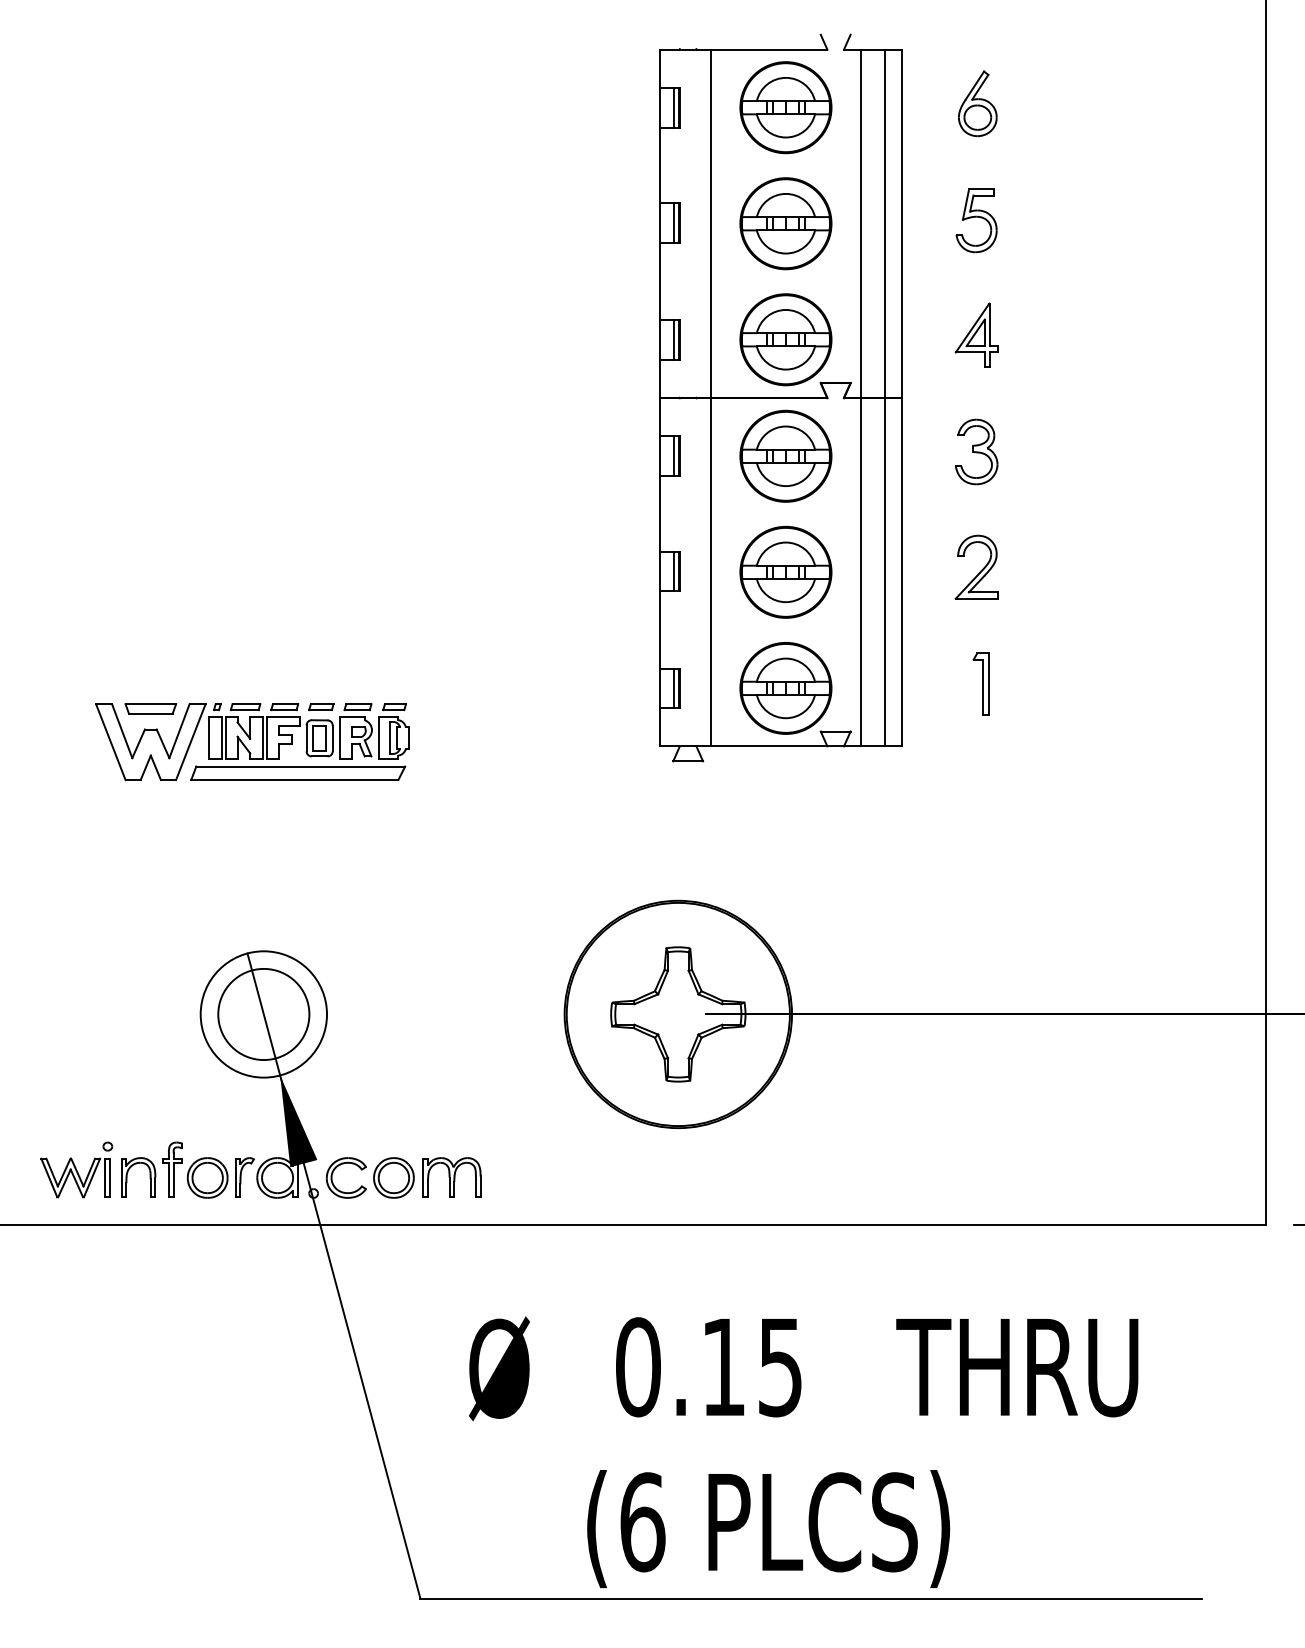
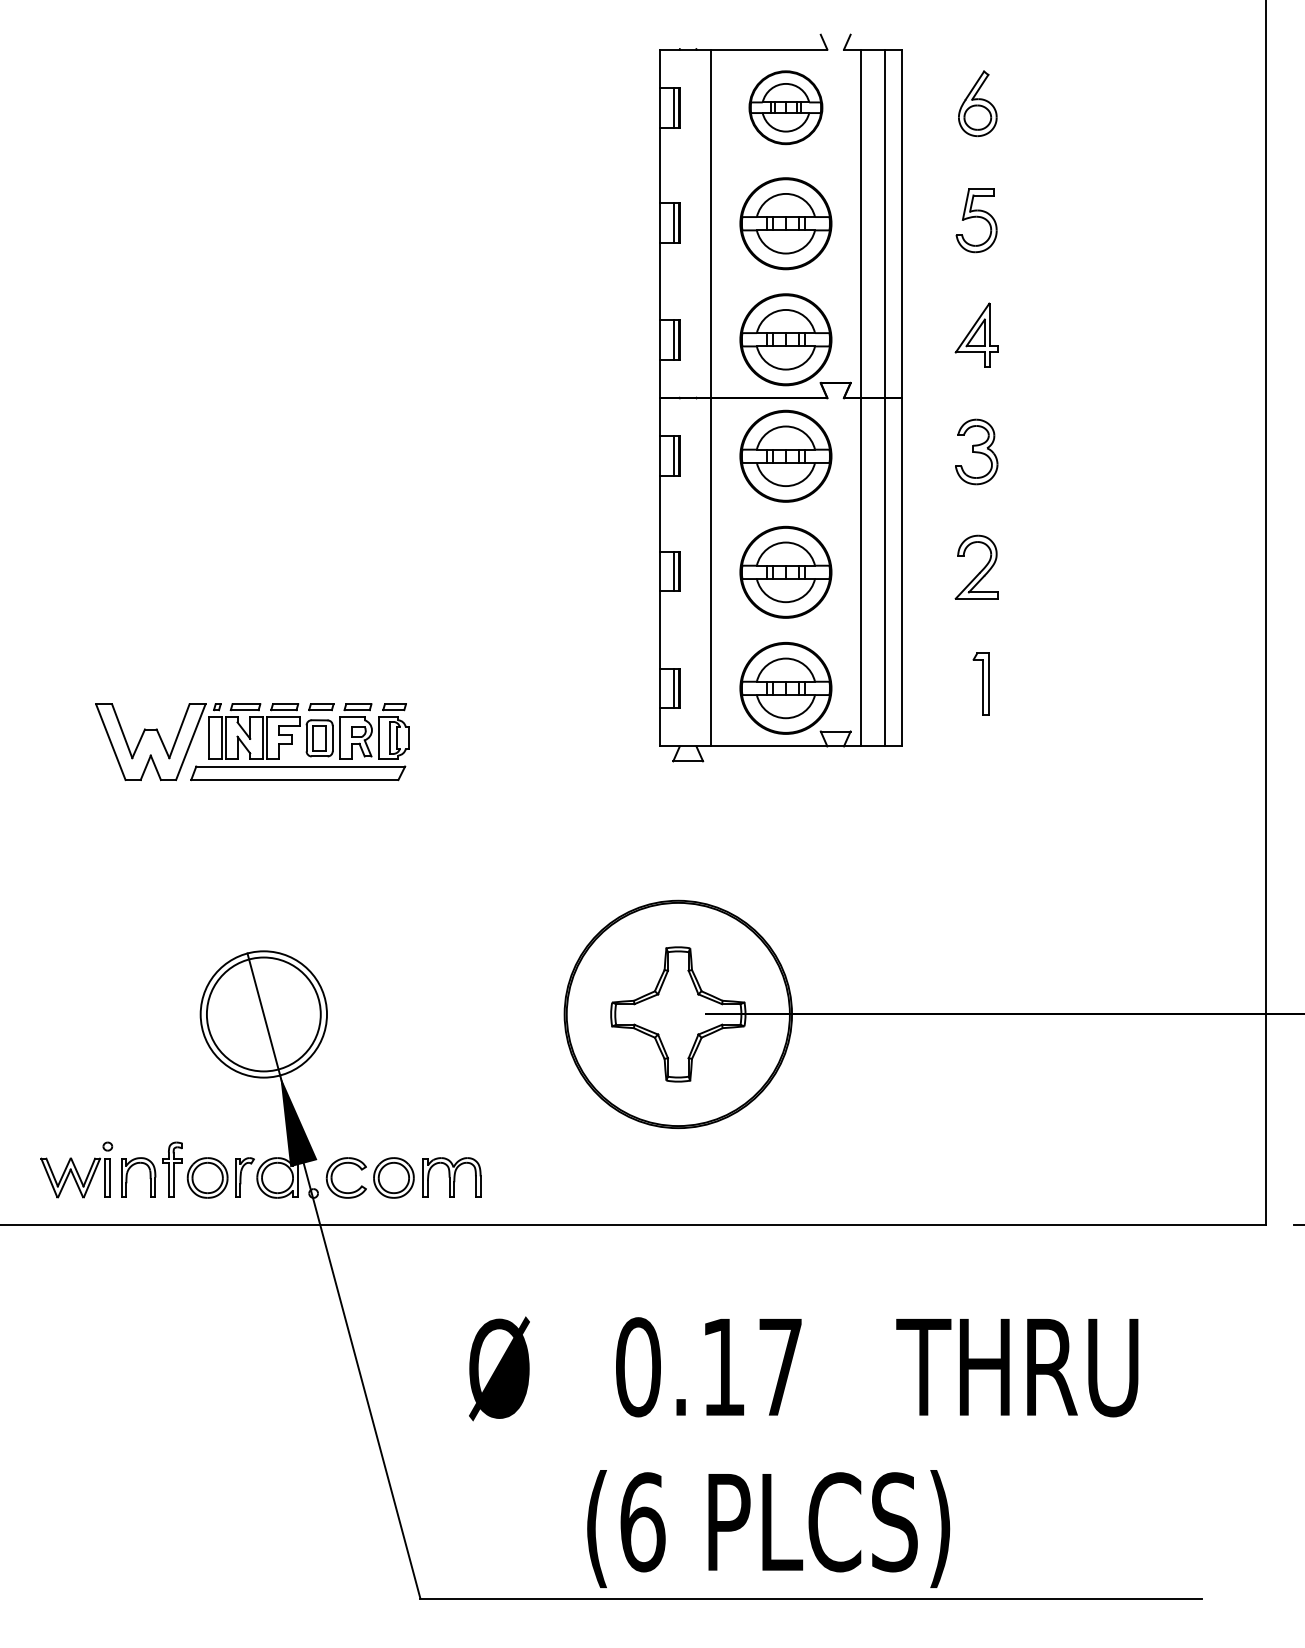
part at (785, 107) size: 94x94 px -> 76x76 px
part at (150, 708): present -> none
circle at (263, 1014) diameter: 91 px -> 114 px
text at (780, 1367): 0.15 -> 0.17
